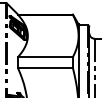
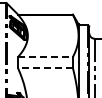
line at (45, 57): solid -> dashed
line at (44, 68): solid -> dashed
